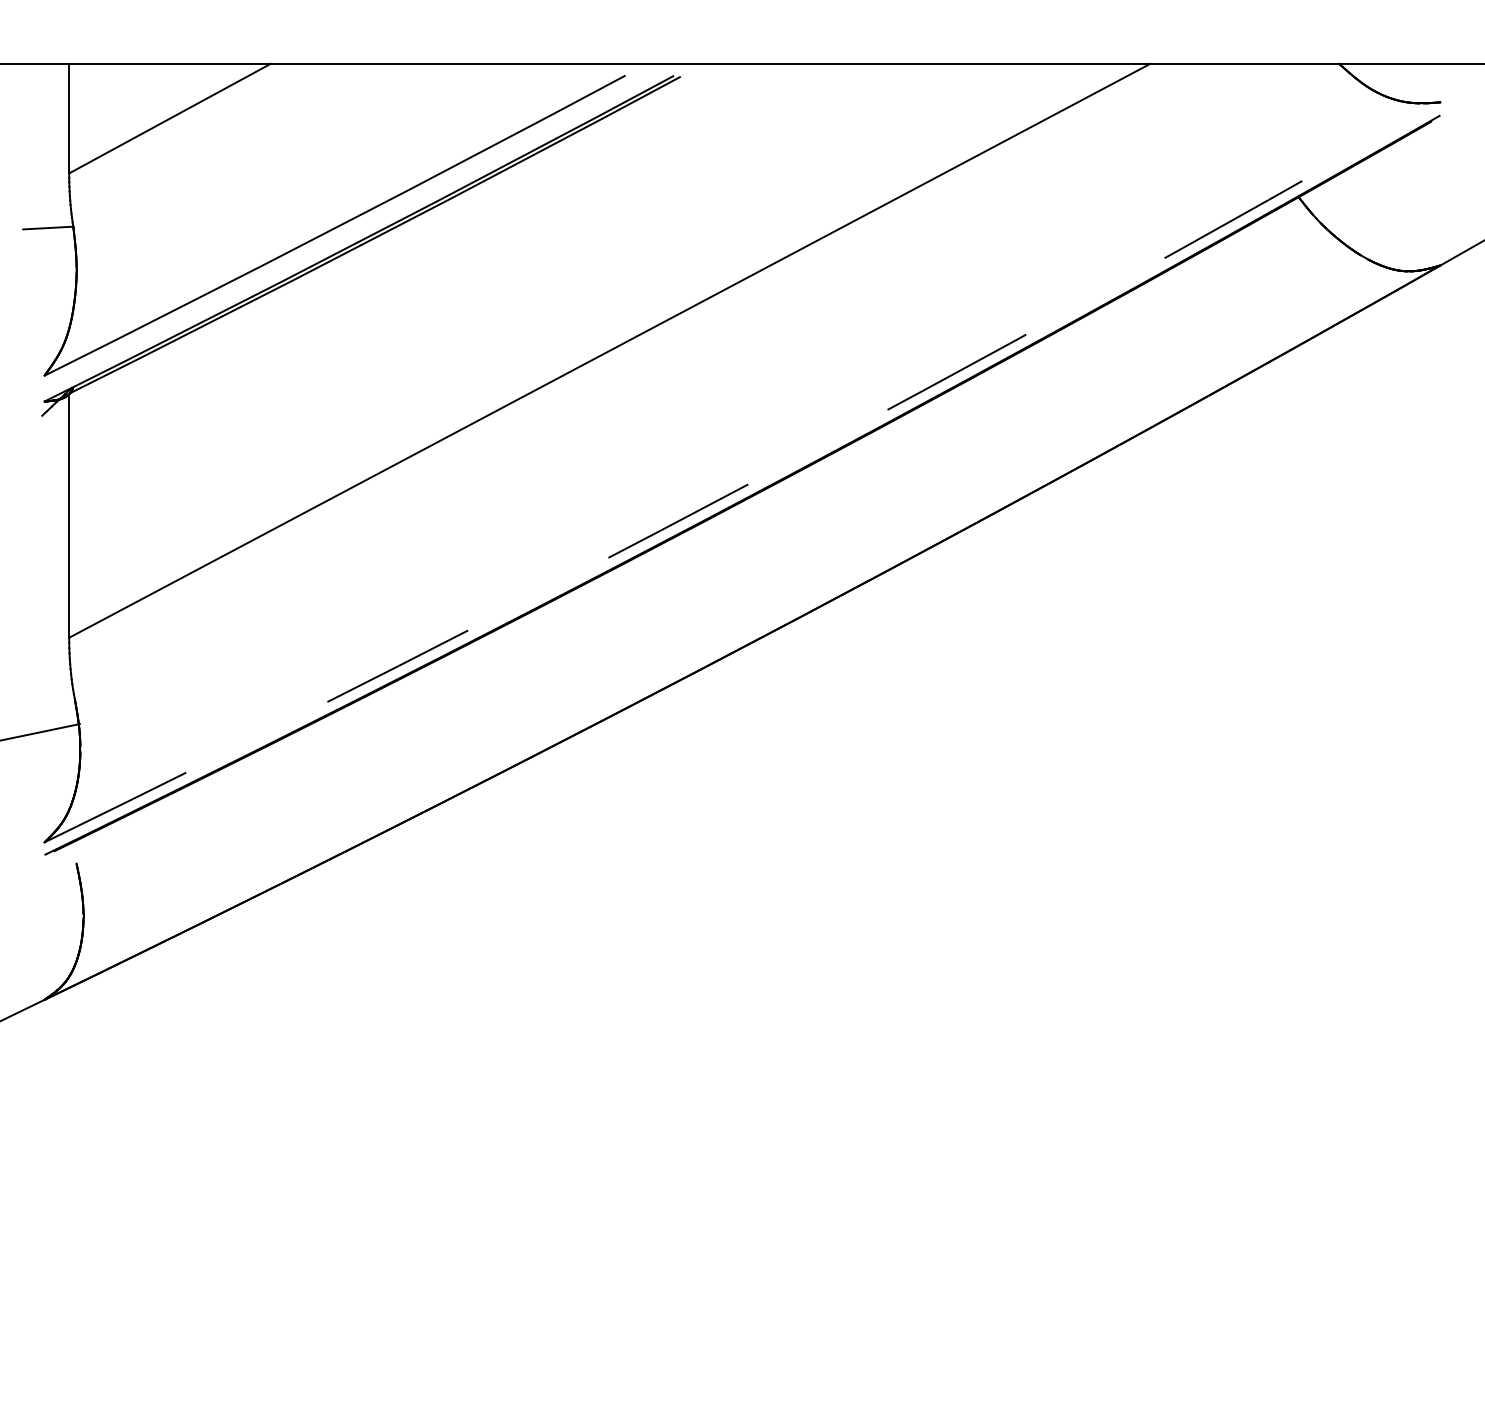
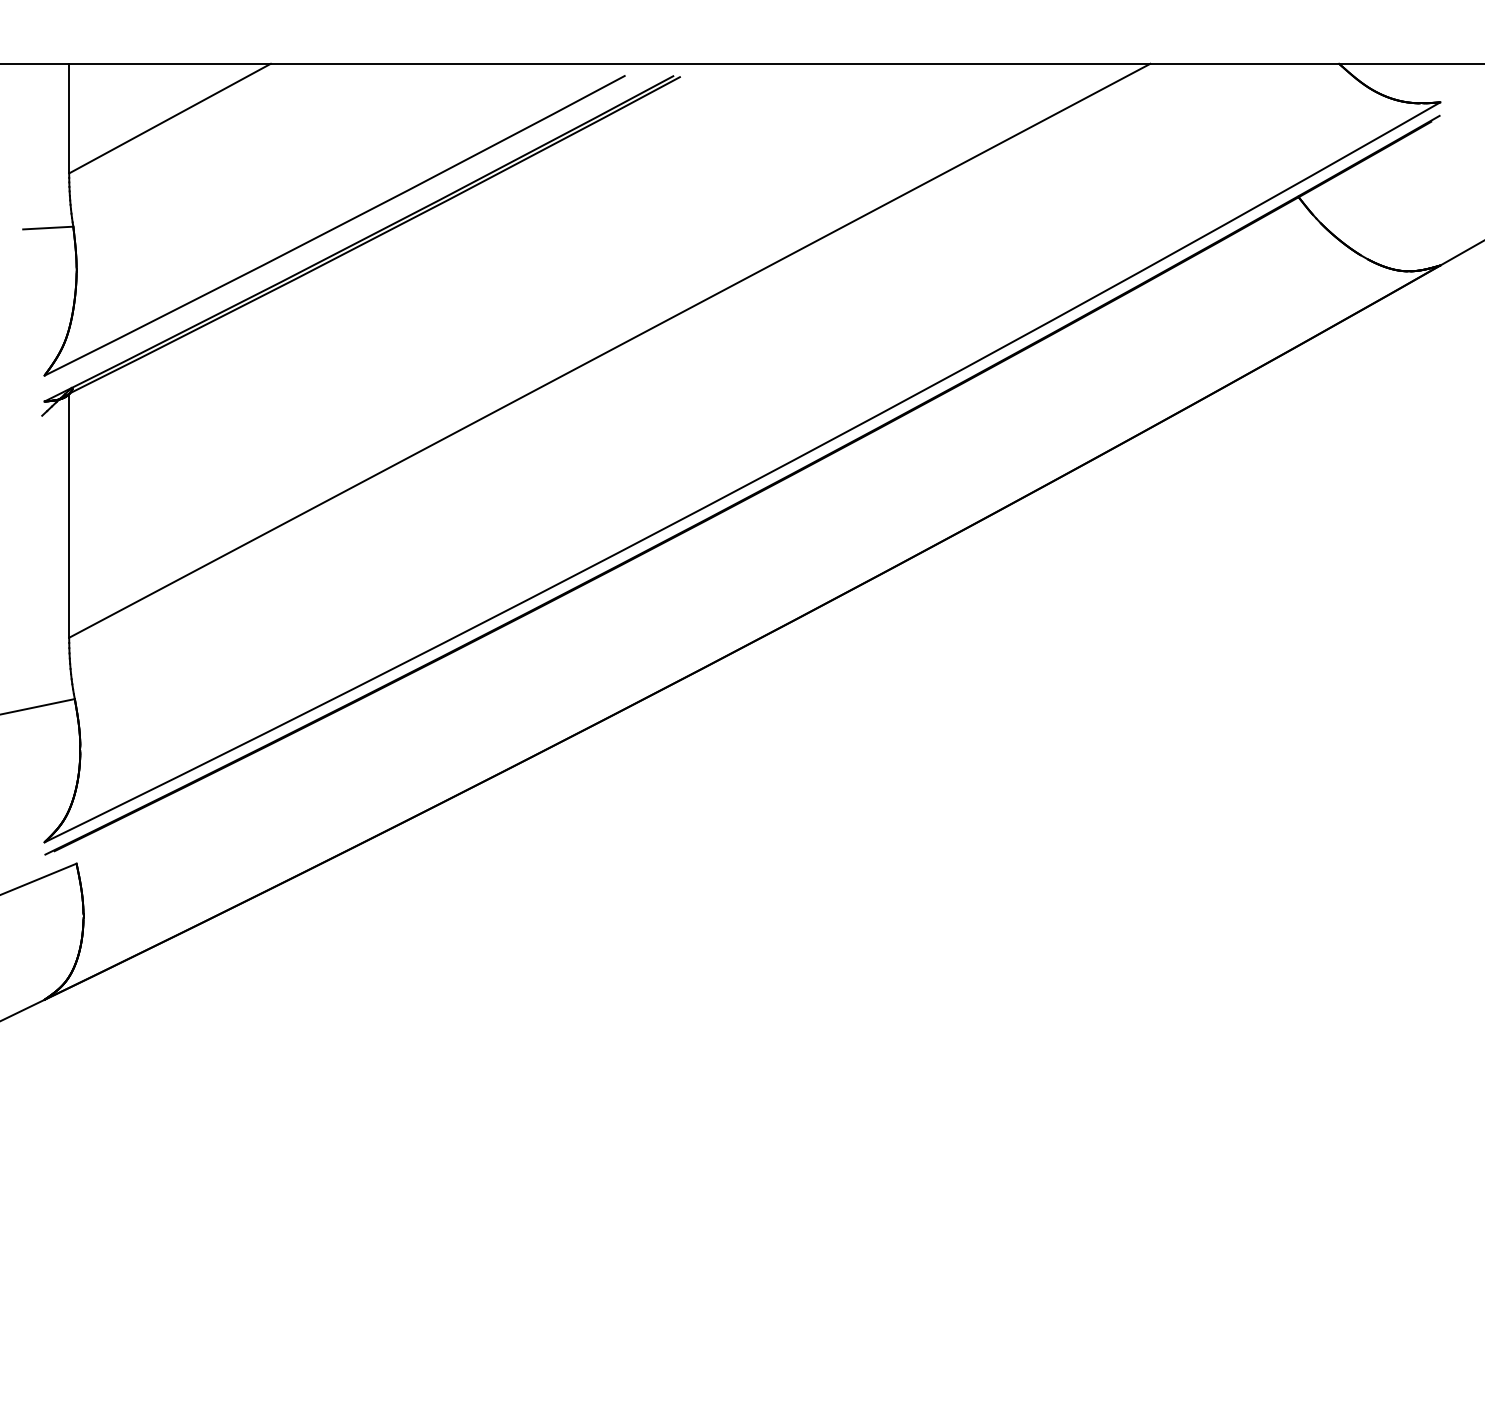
arc at (748, 484): dashed -> solid
line at (40, 732) position: (40, 732) -> (38, 706)
line at (39, 878): none -> present
